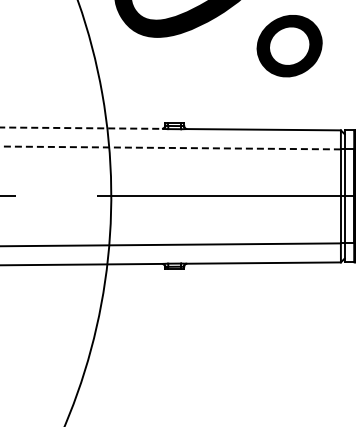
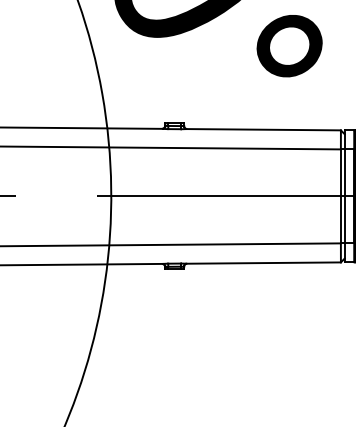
line at (81, 128): dashed -> solid
line at (170, 147): dashed -> solid
